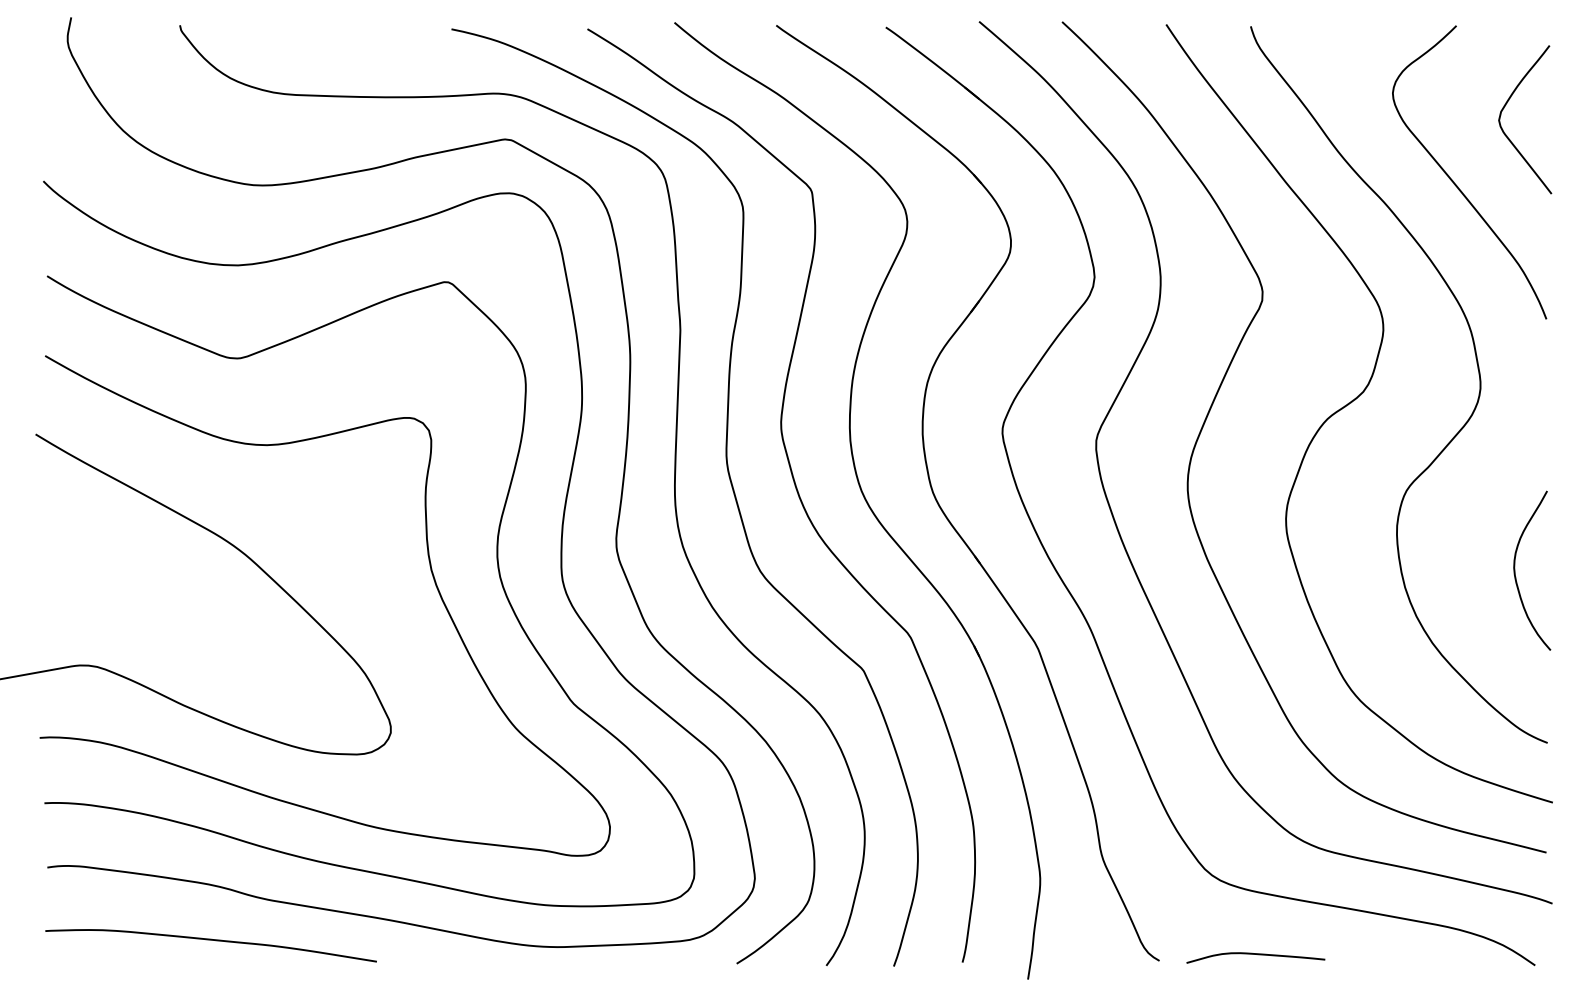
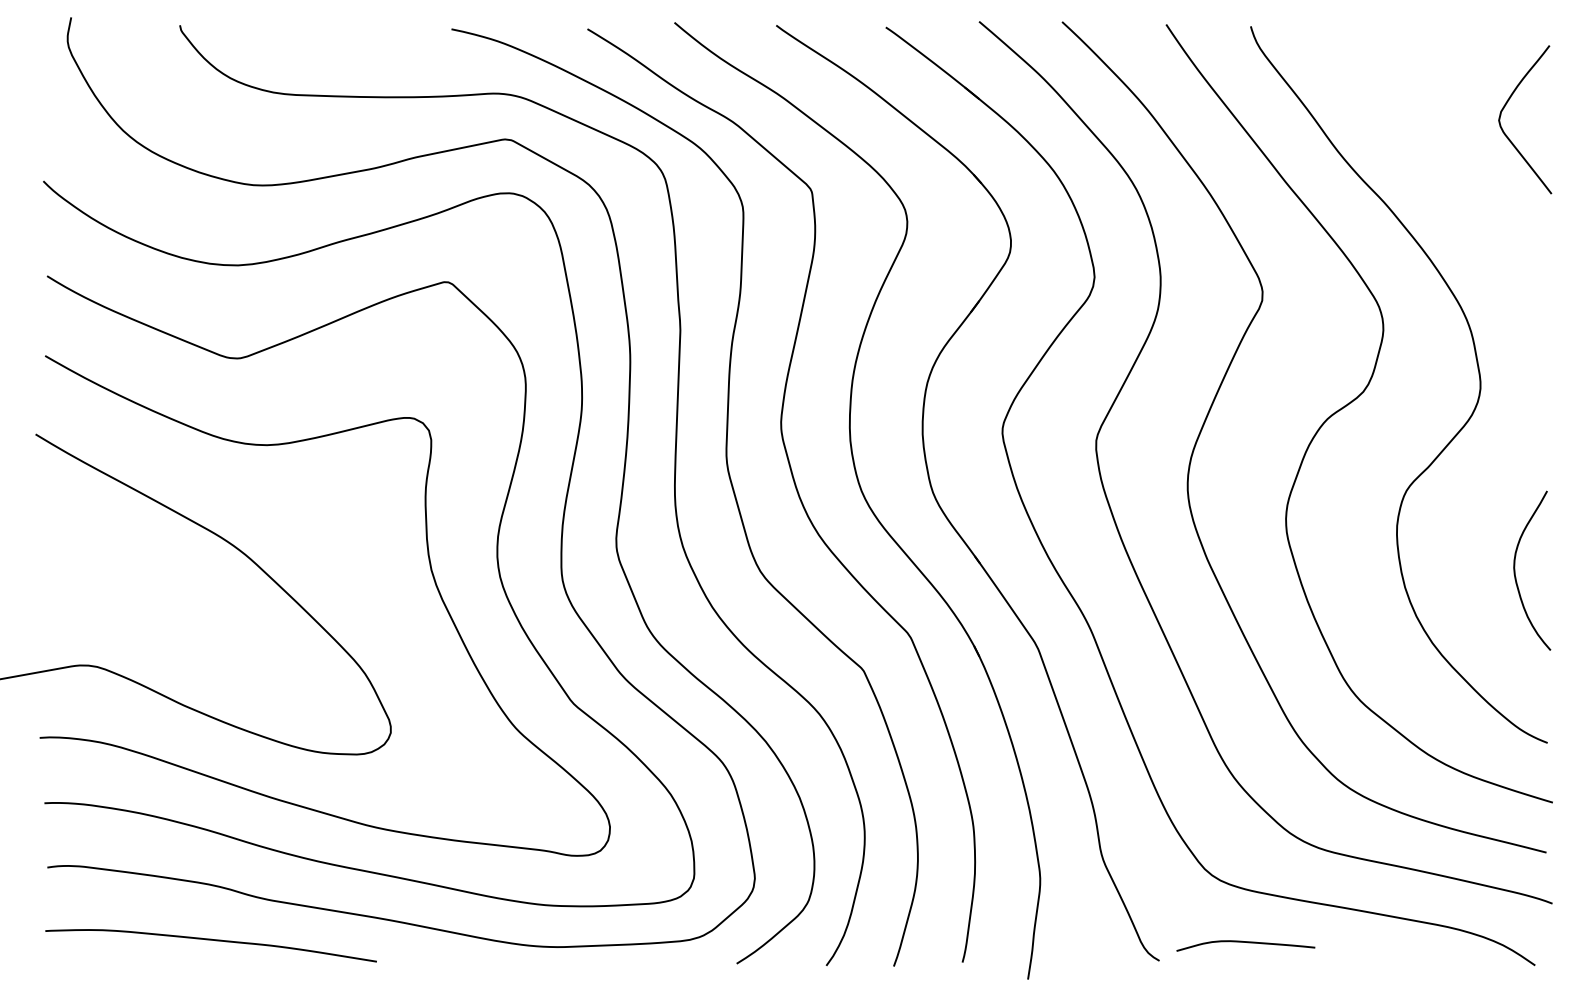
curve at (1456, 184): present -> none
curve at (1257, 955) position: (1257, 955) -> (1247, 943)
